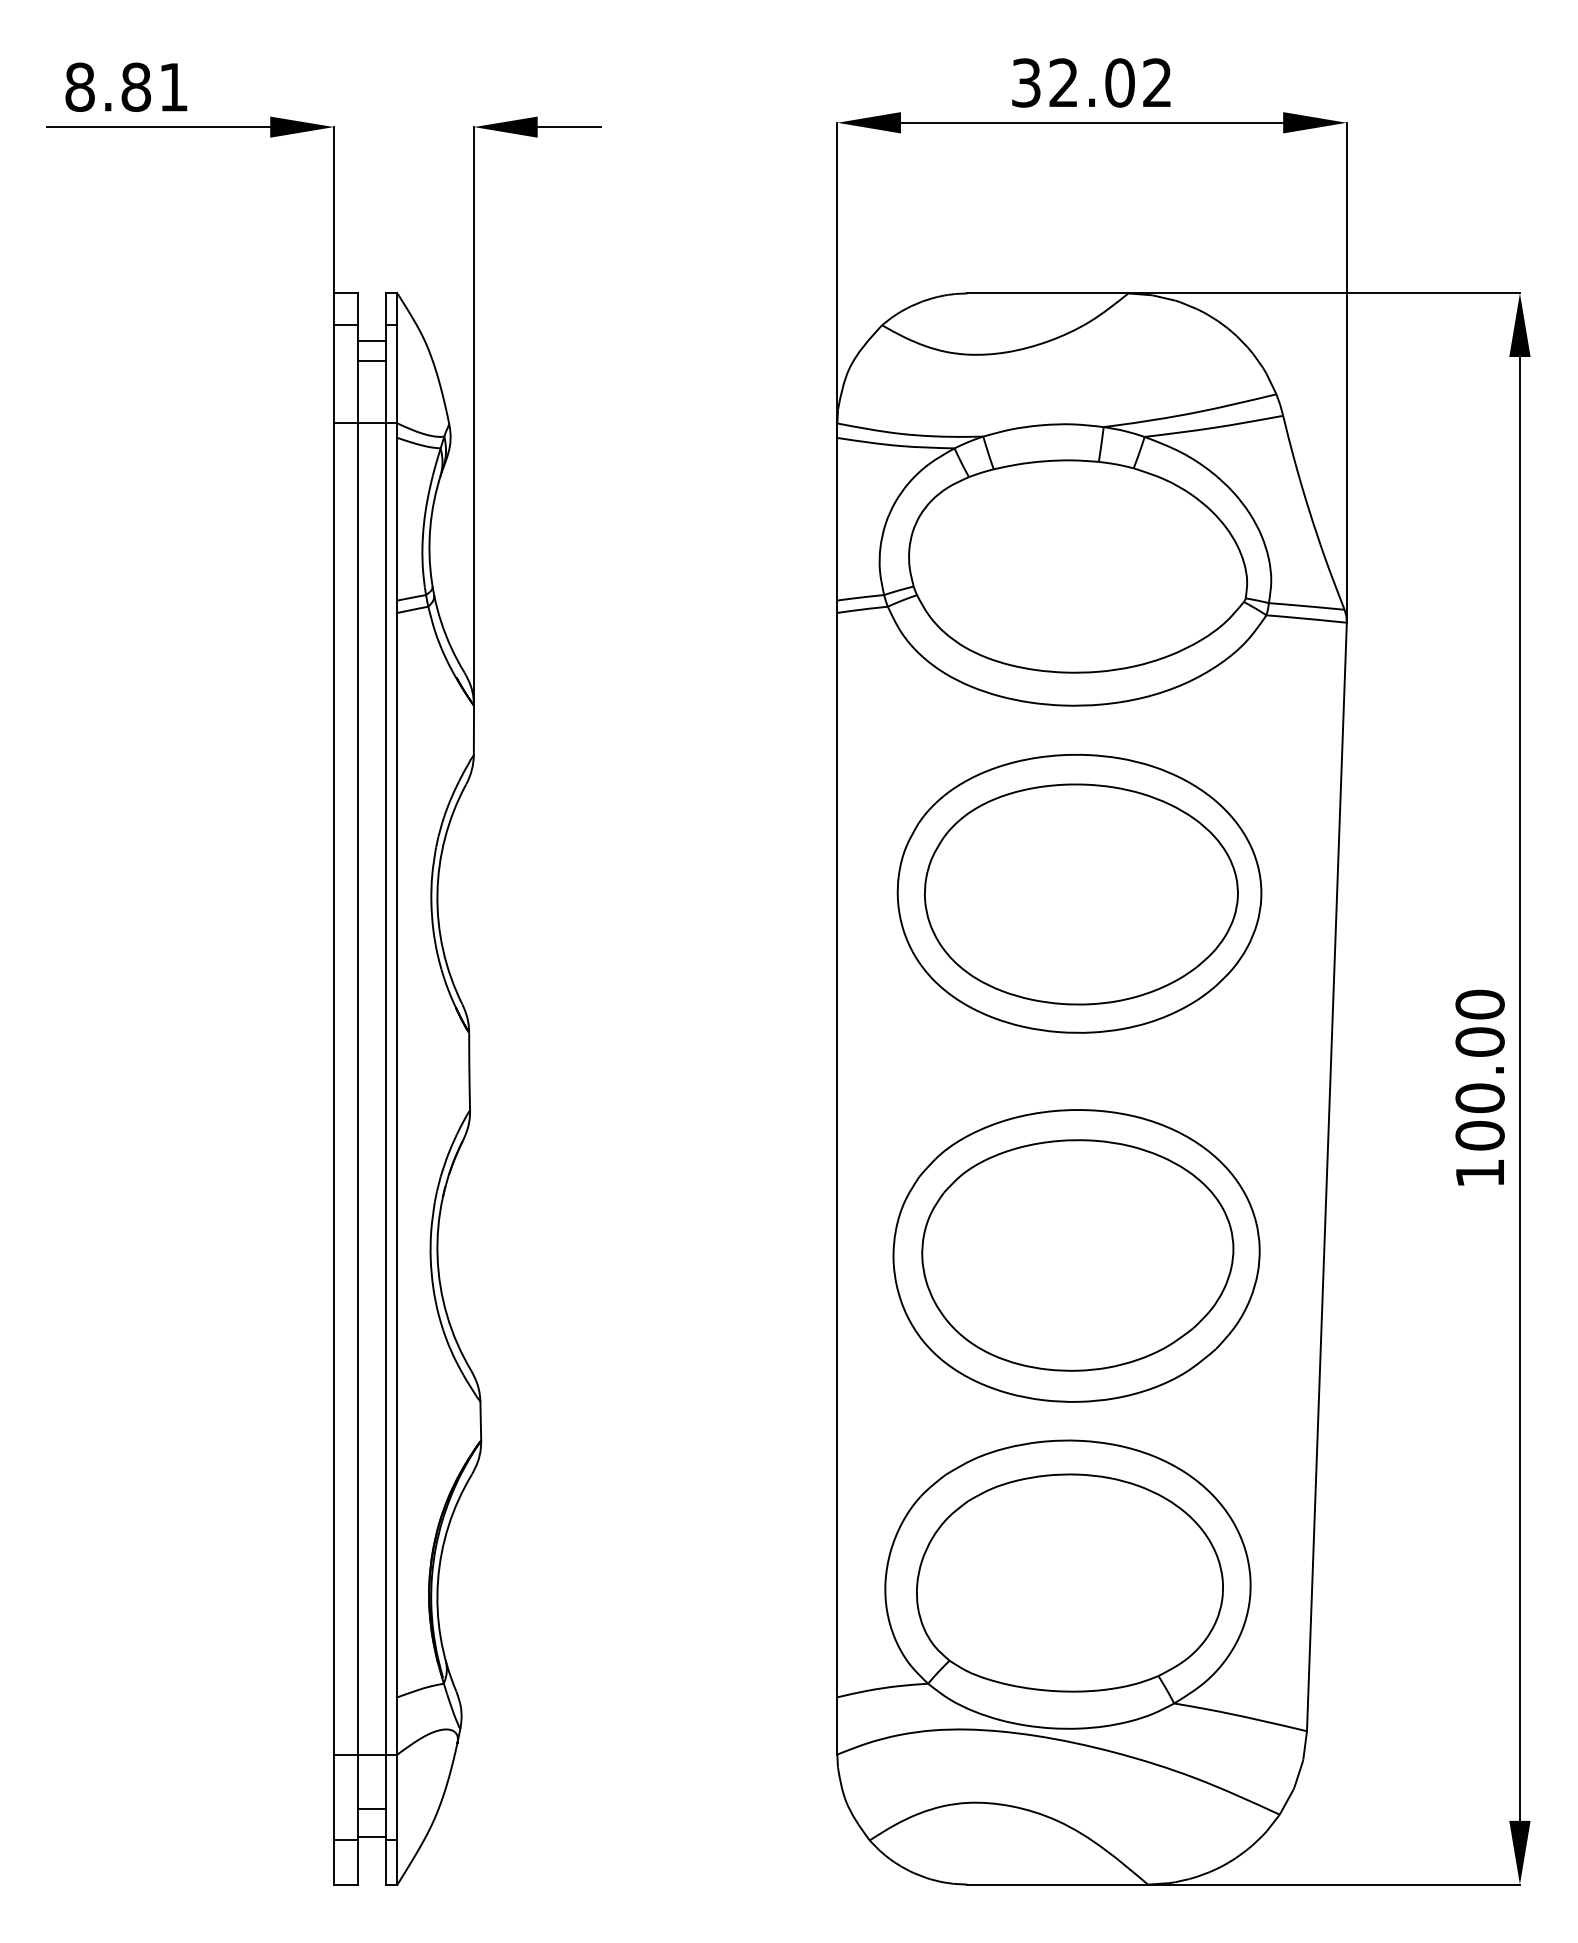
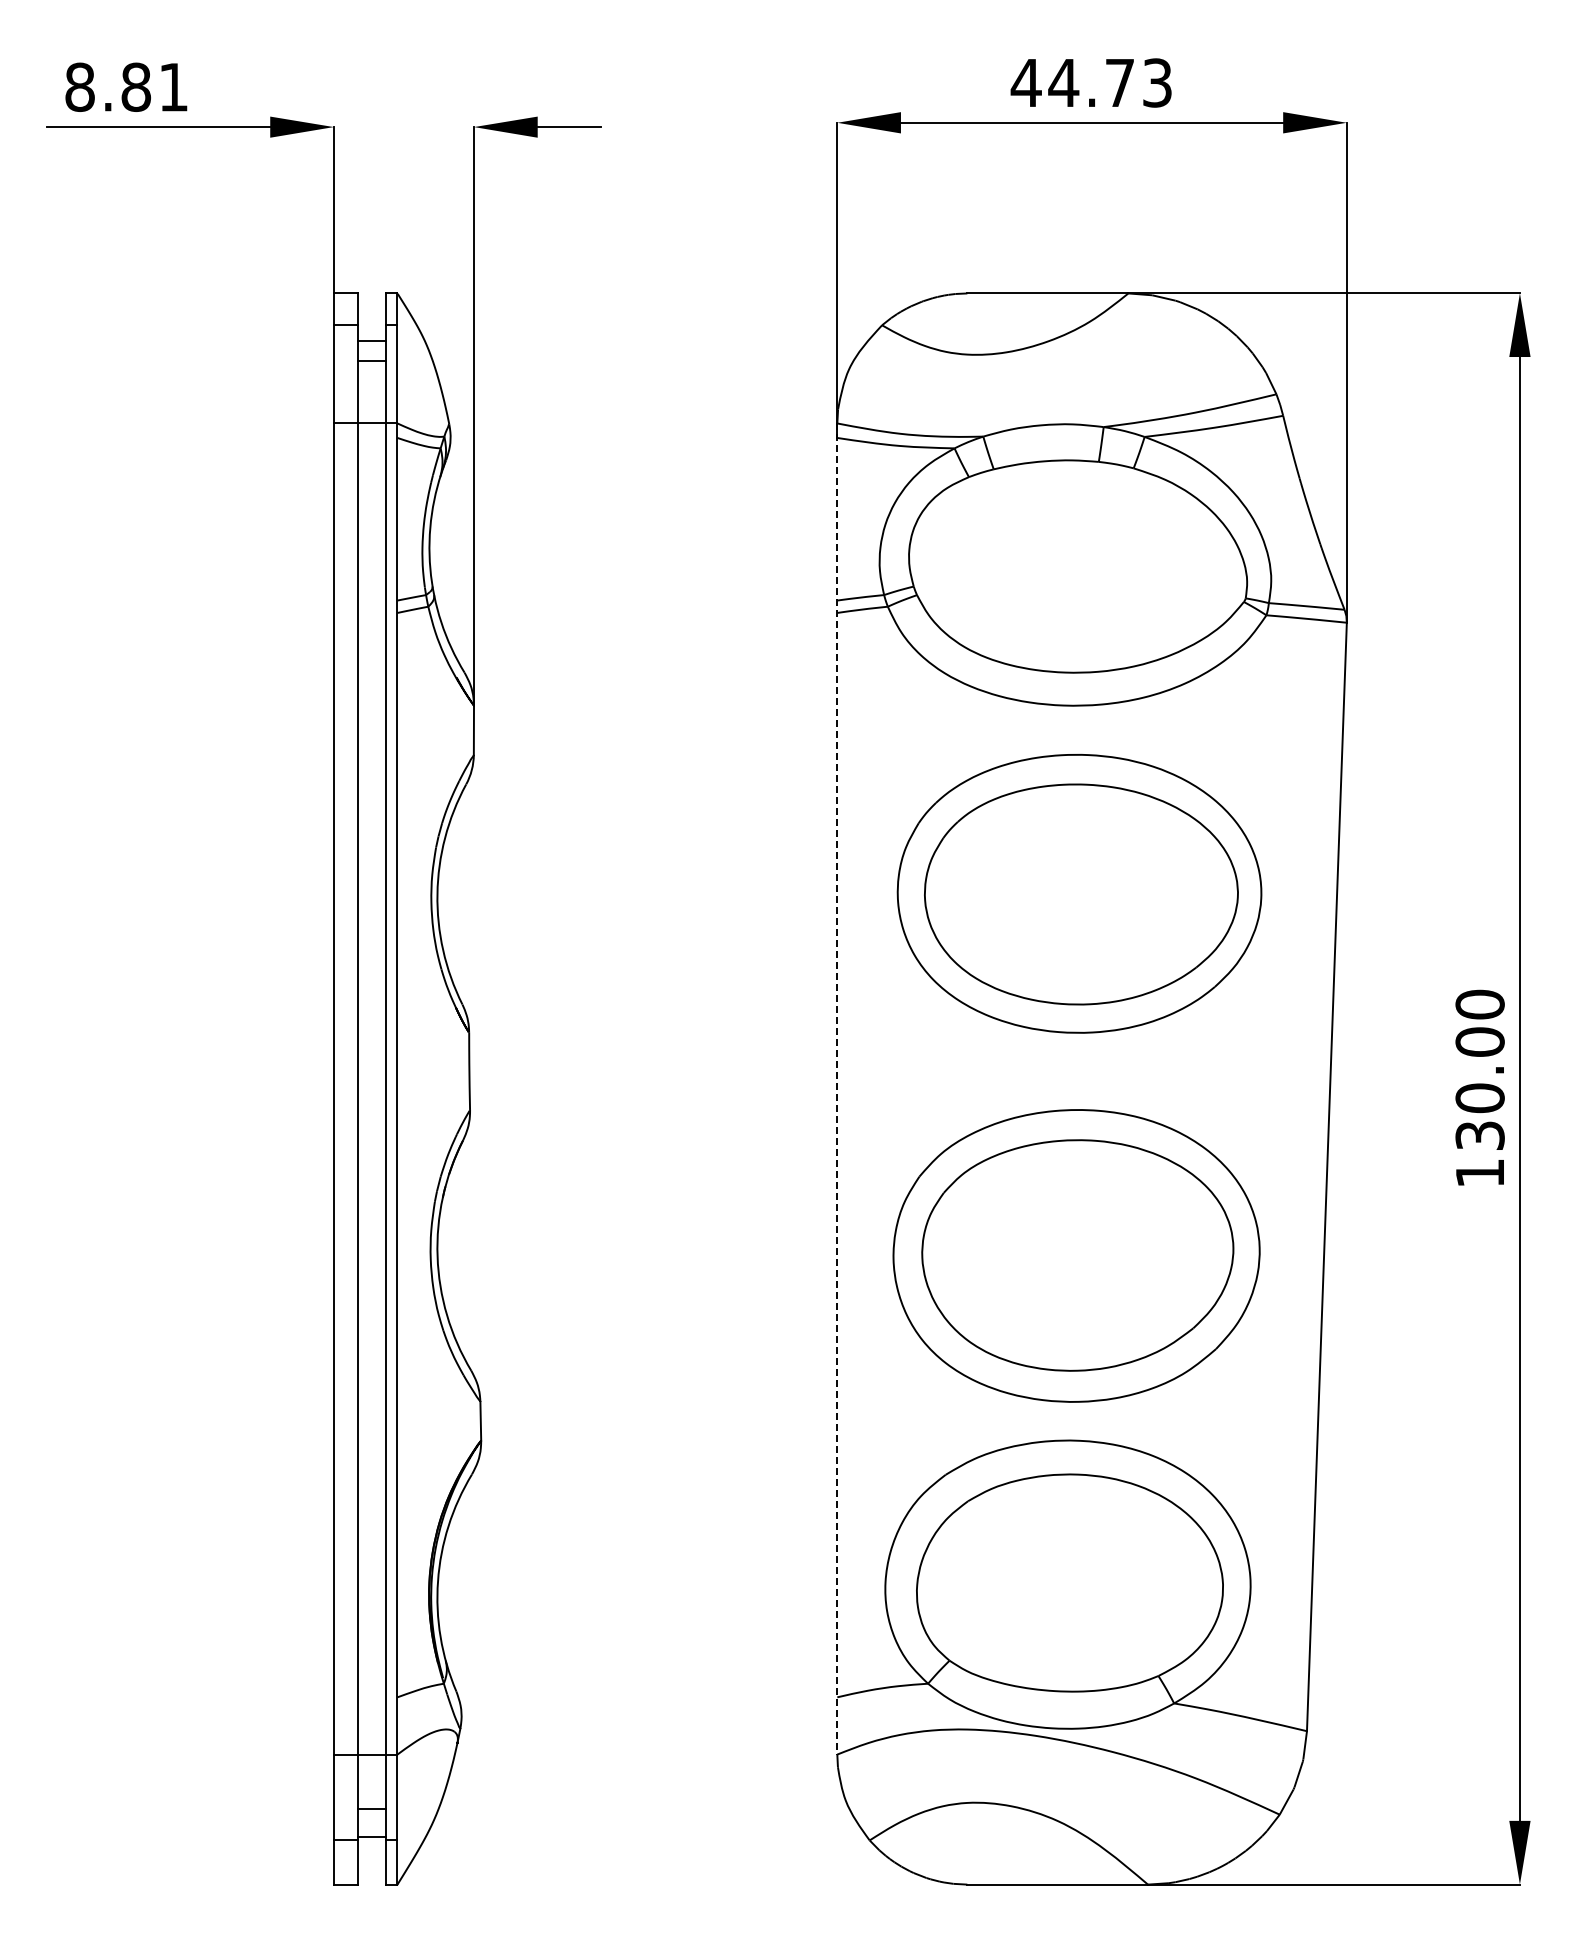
text at (1090, 82): 32.02 -> 44.73
line at (837, 1089): solid -> dashed
text at (1479, 1135): 100.00 -> 130.00
